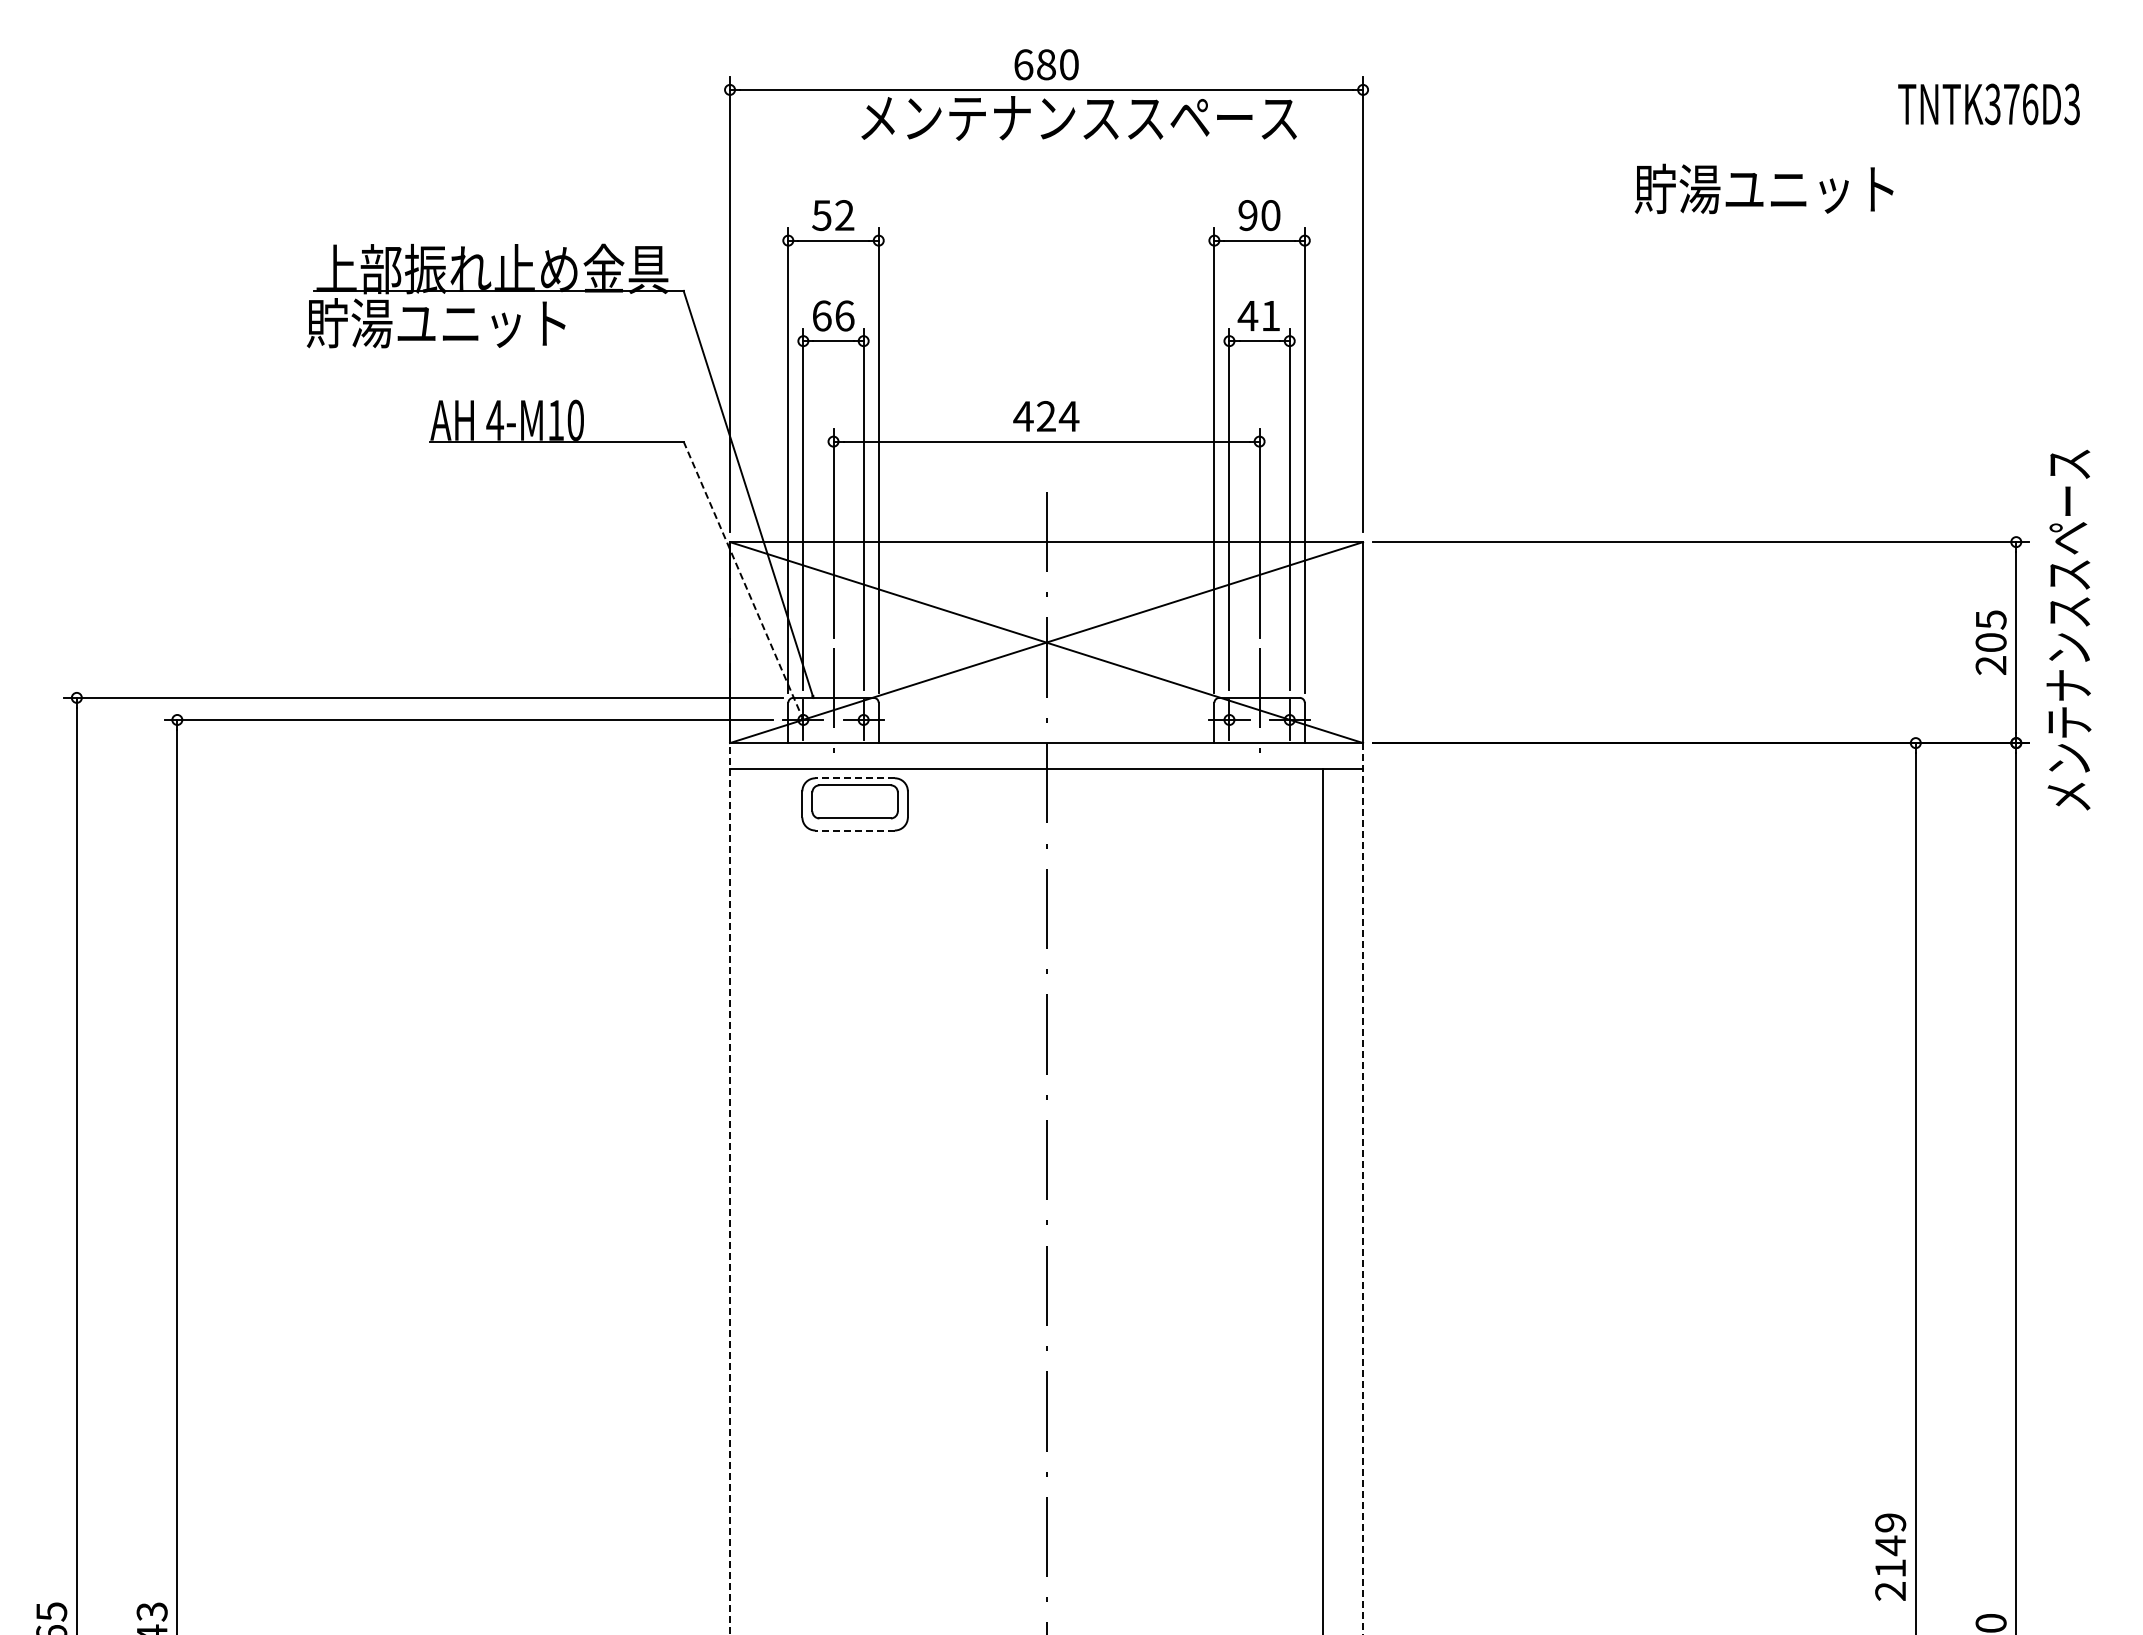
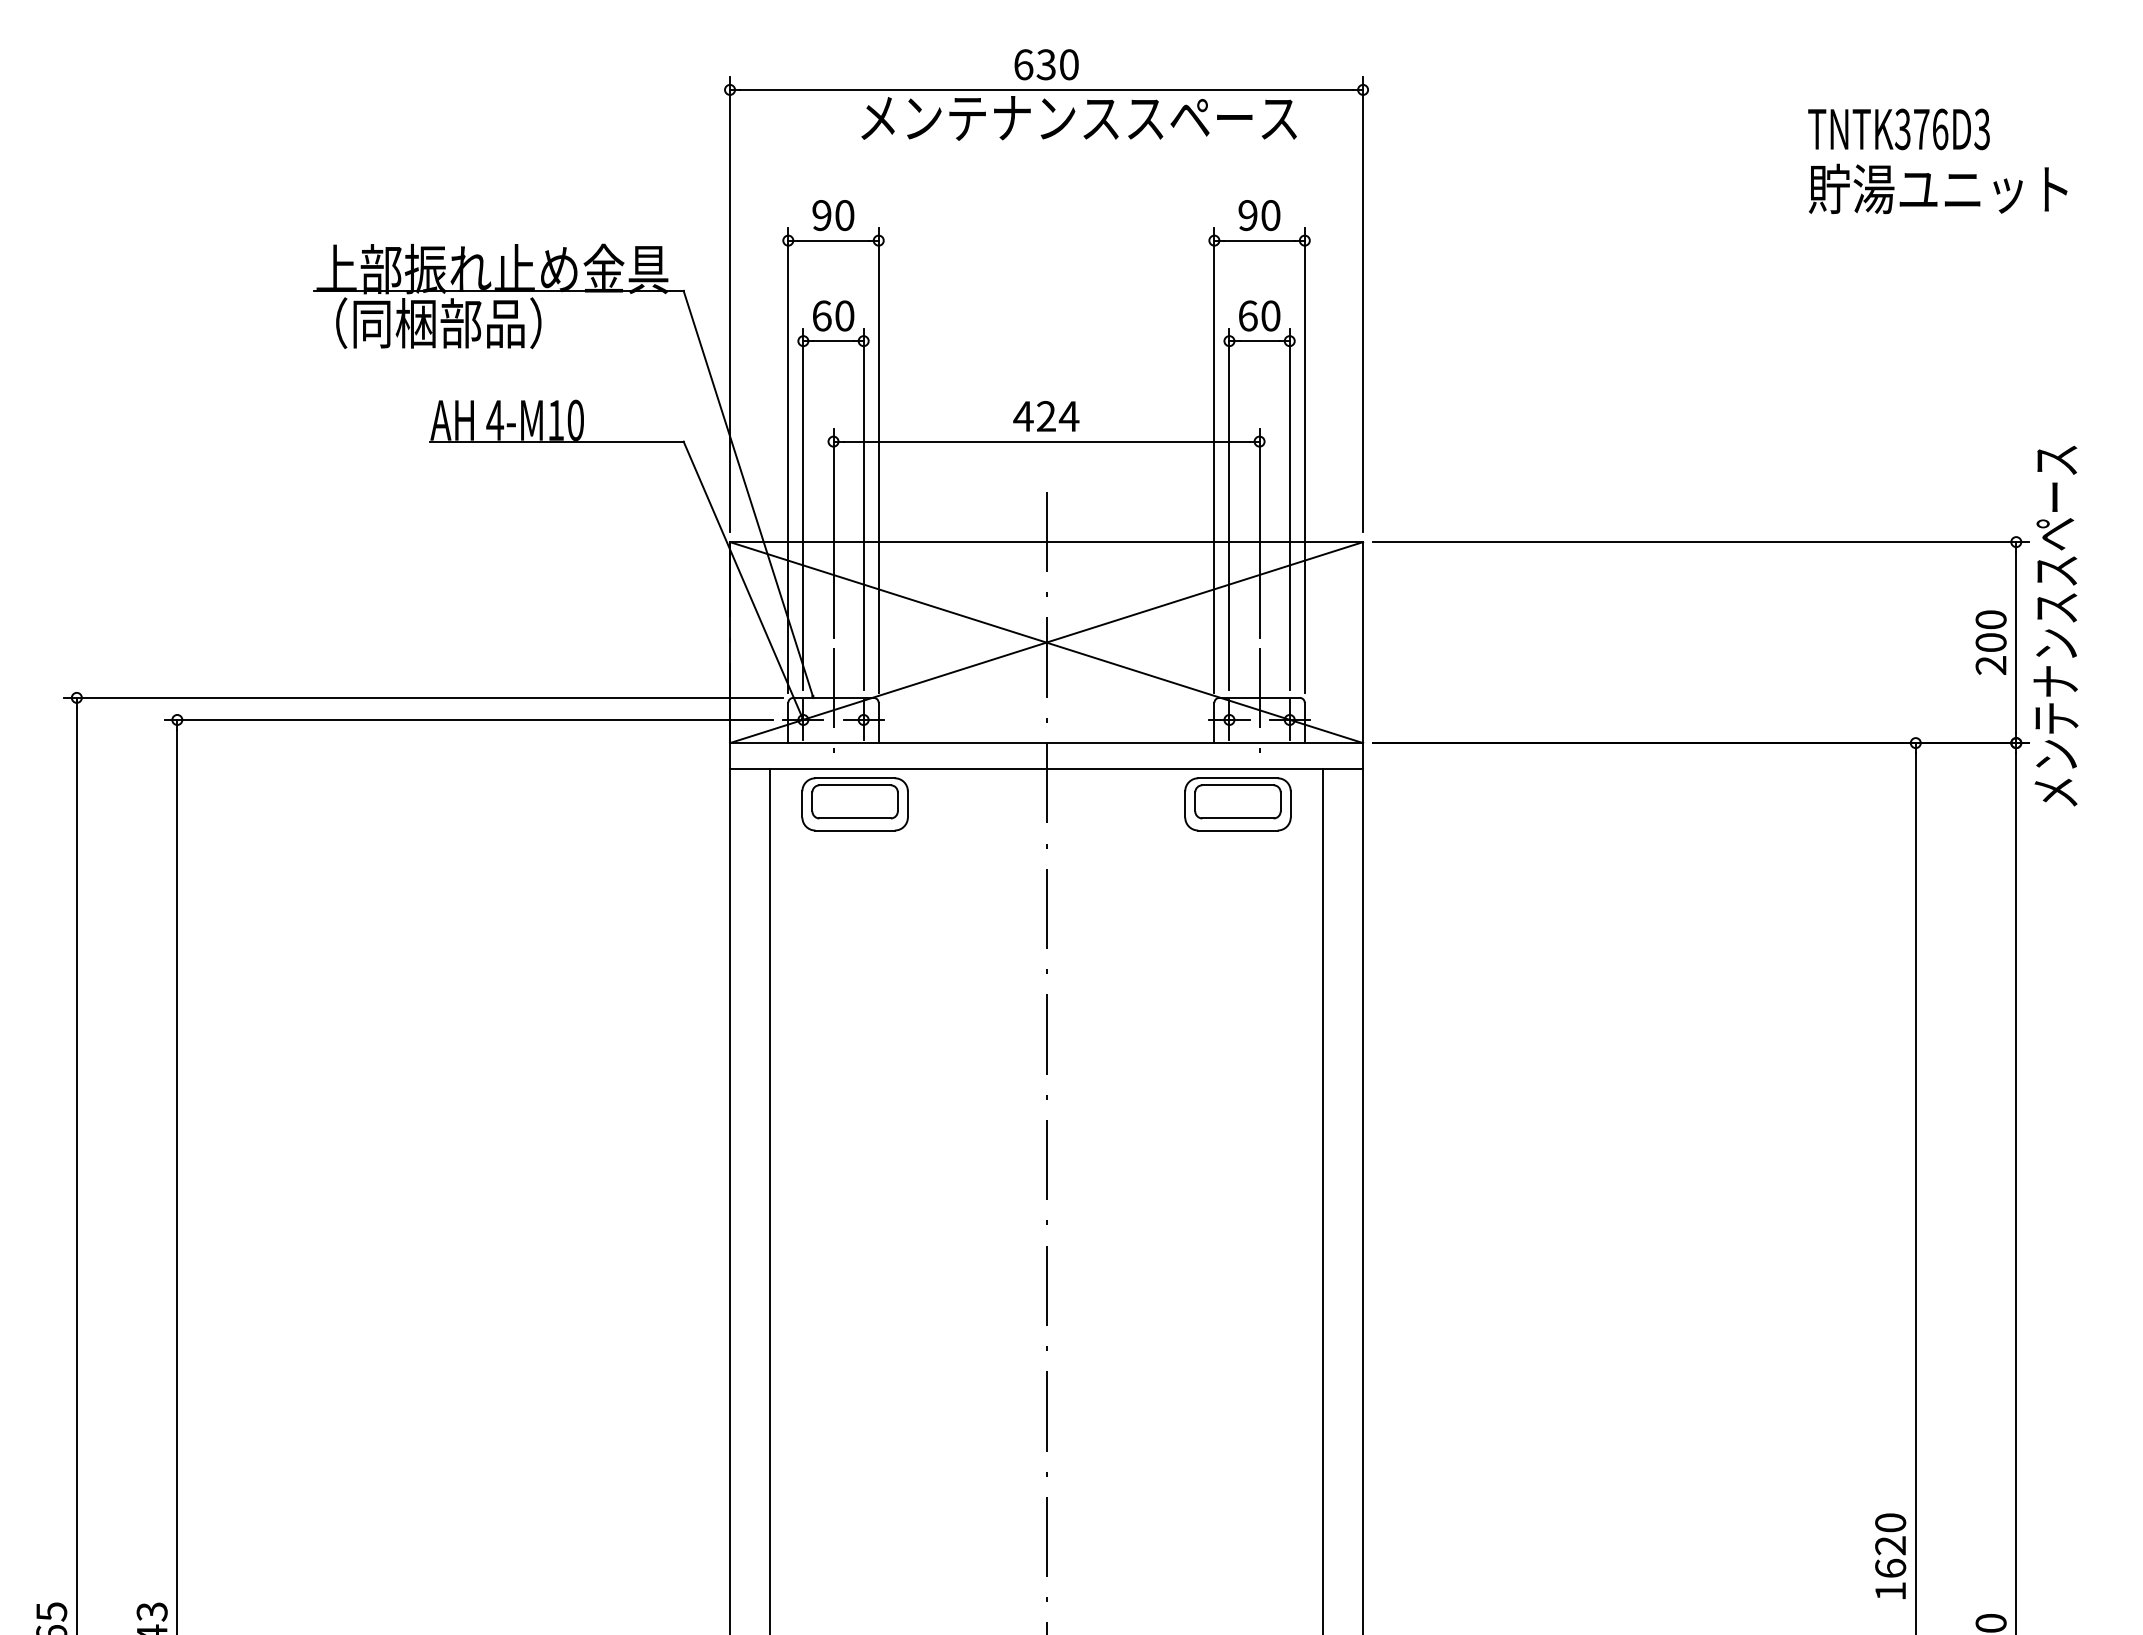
text at (1045, 64): 680 -> 630
text at (1988, 104) position: (1988, 104) -> (1898, 129)
text at (1763, 188) position: (1763, 188) -> (1937, 188)
text at (833, 215): 52 -> 90
text at (844, 315): 66 -> 60
text at (1258, 315): 41 -> 60
text at (436, 323): 貯湯ユニット -> （同梱部品）
line at (743, 580): dashed -> solid
text at (1990, 619): 205 -> 200
text at (2068, 629) position: (2068, 629) -> (2055, 625)
line at (855, 778): dashed -> solid
part at (1237, 804): none -> present
line at (855, 830): dashed -> solid
line at (730, 1188): dashed -> solid
line at (1363, 1189): dashed -> solid
line at (770, 1200): none -> present
text at (1890, 1556): 2149 -> 1620
